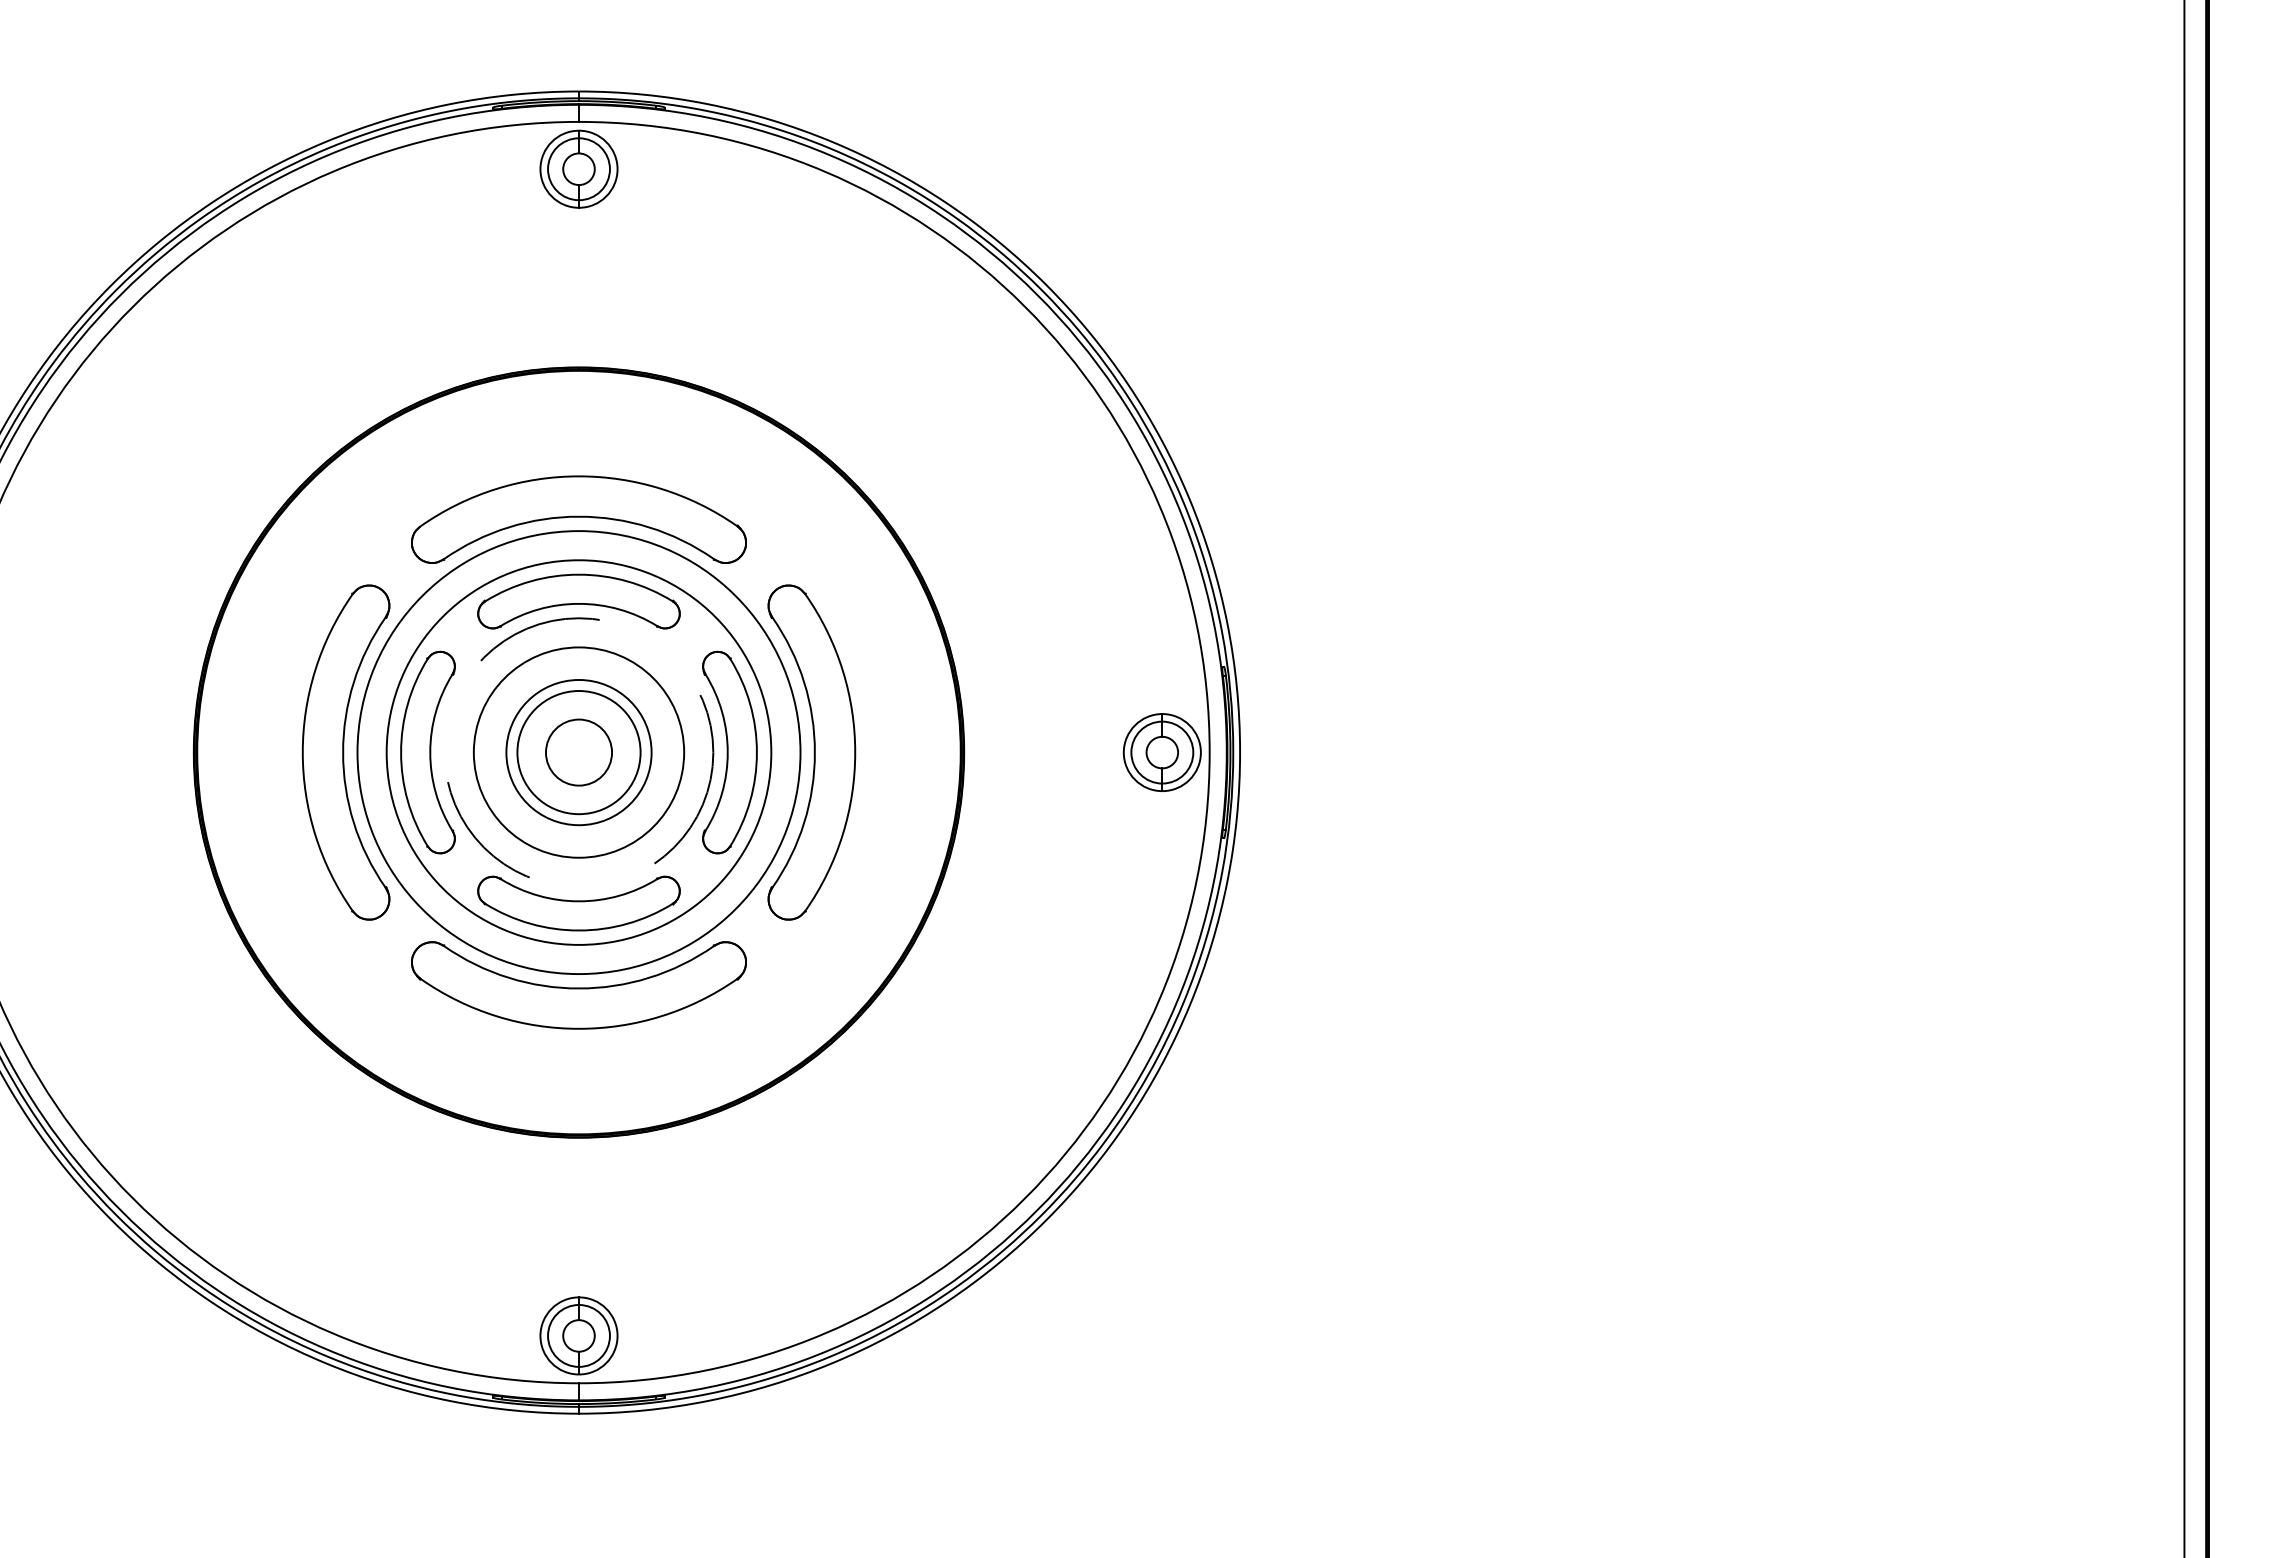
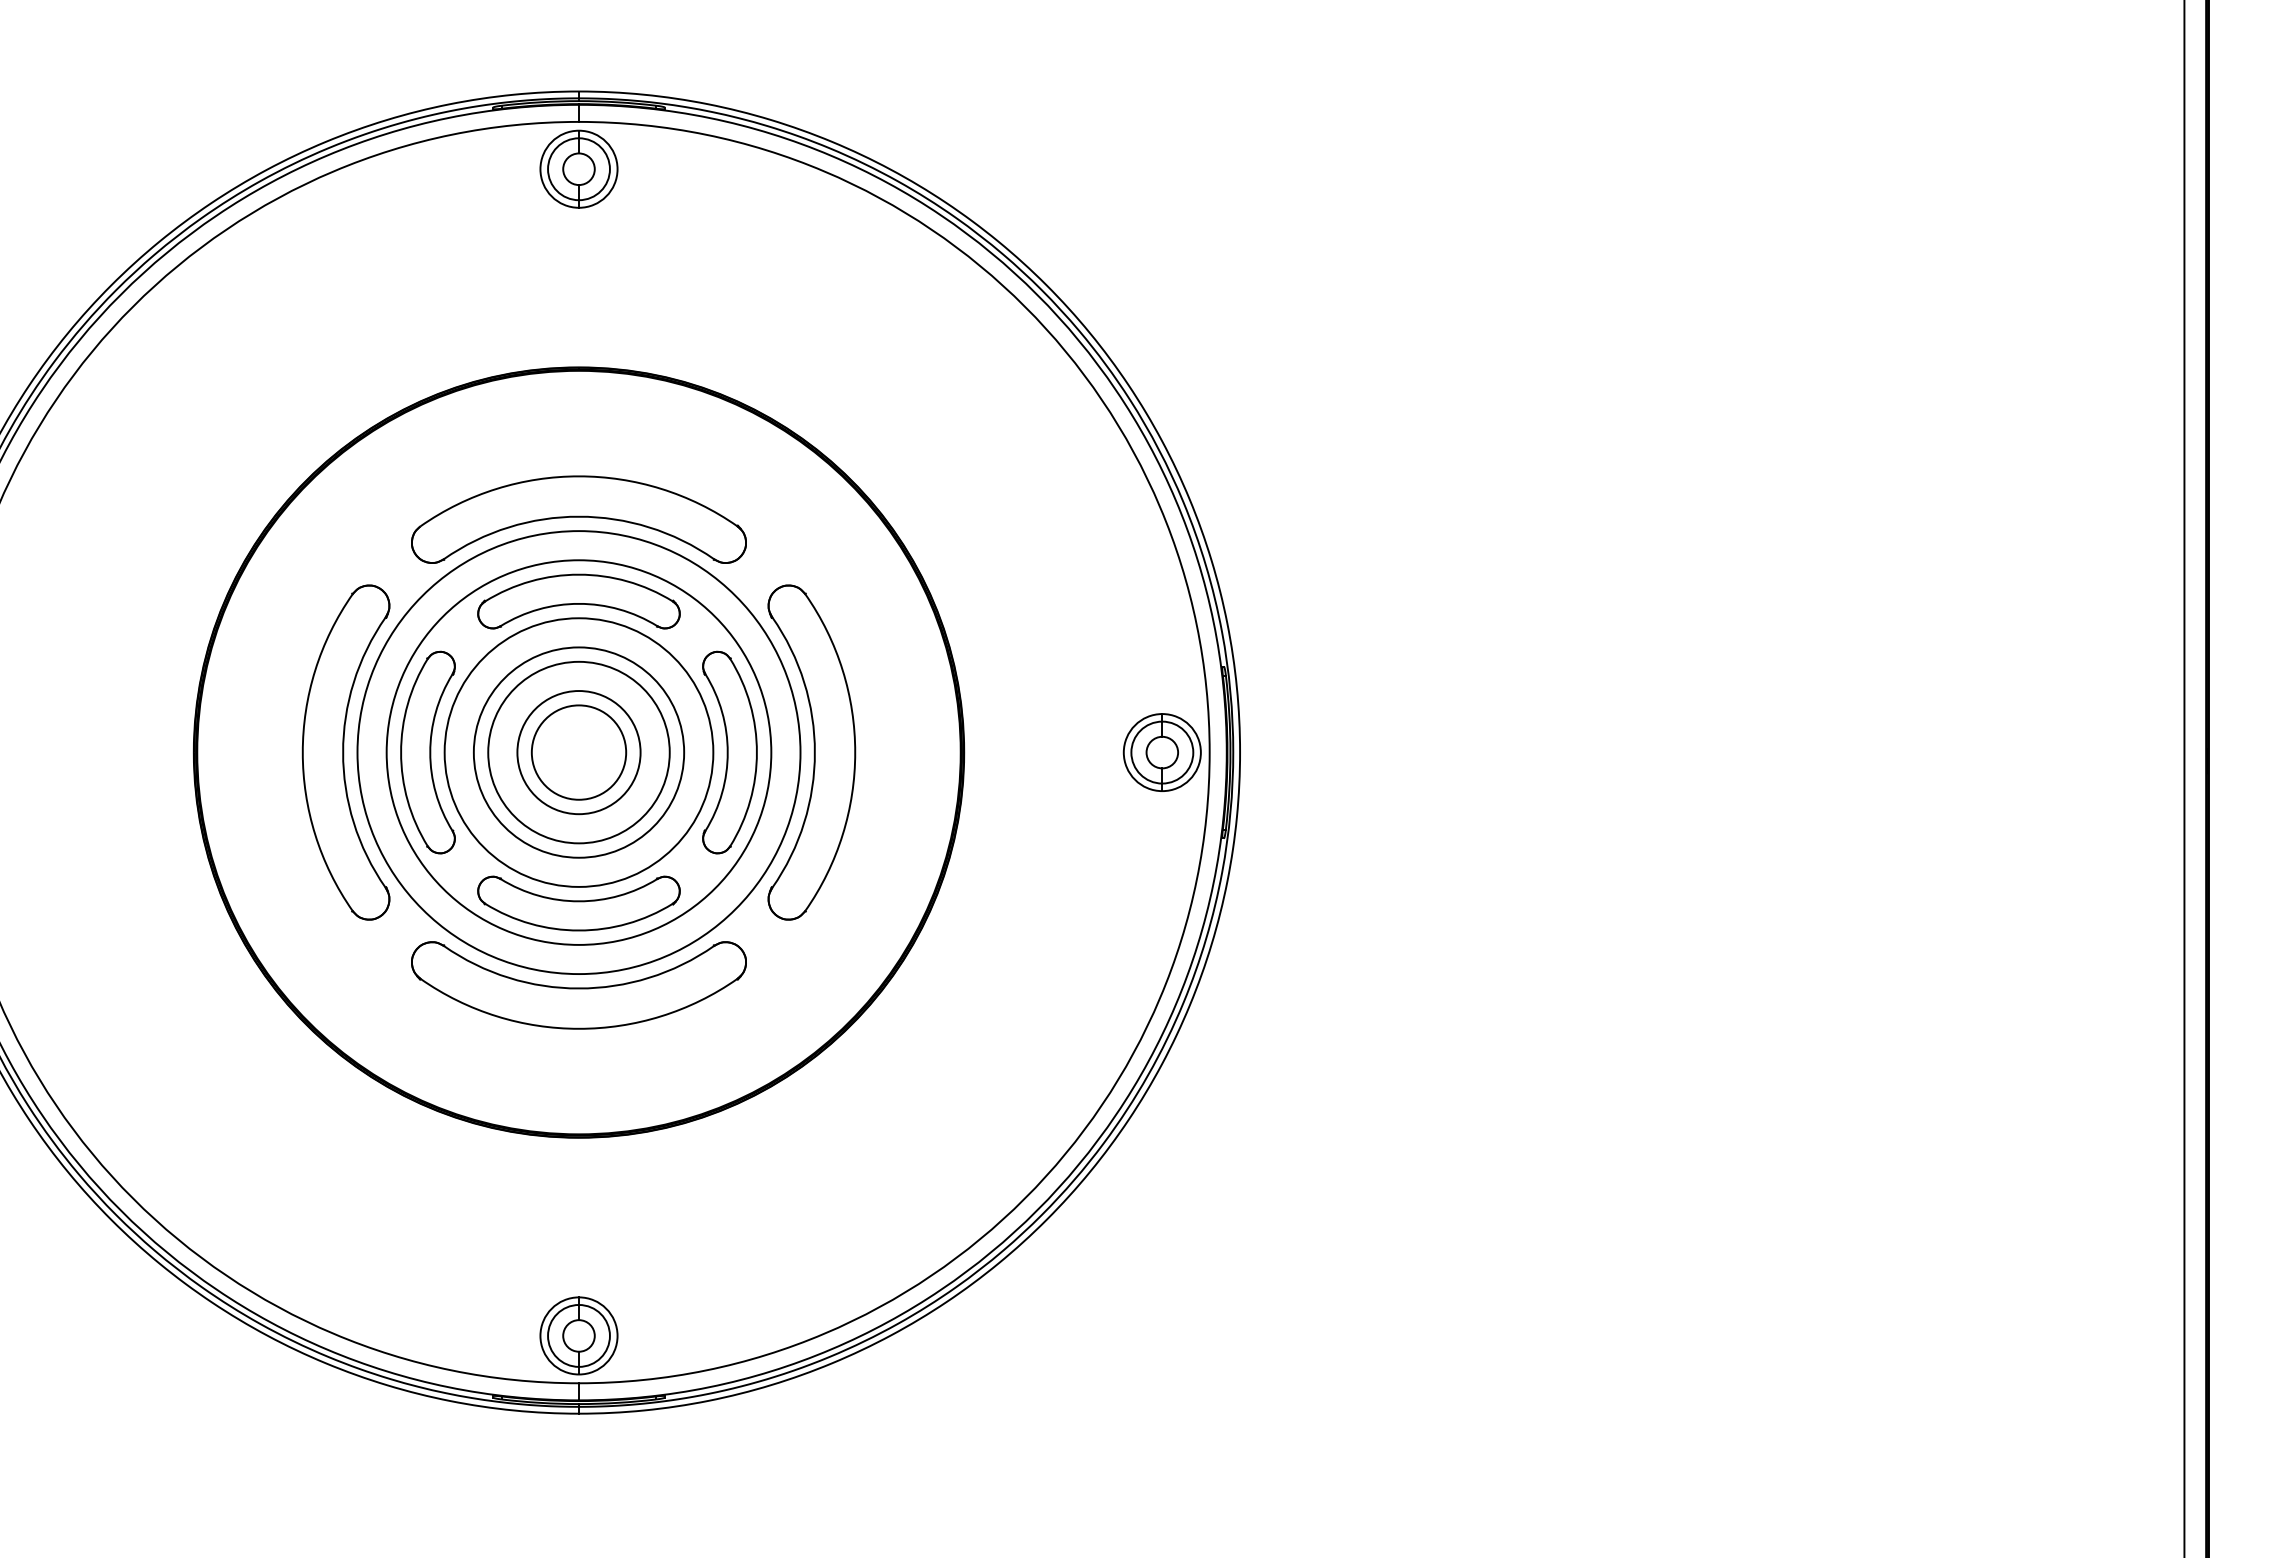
circle at (578, 752) diameter: 145 px -> 182 px
circle at (578, 752) diameter: 66 px -> 94 px
circle at (578, 752): dashed -> solid
